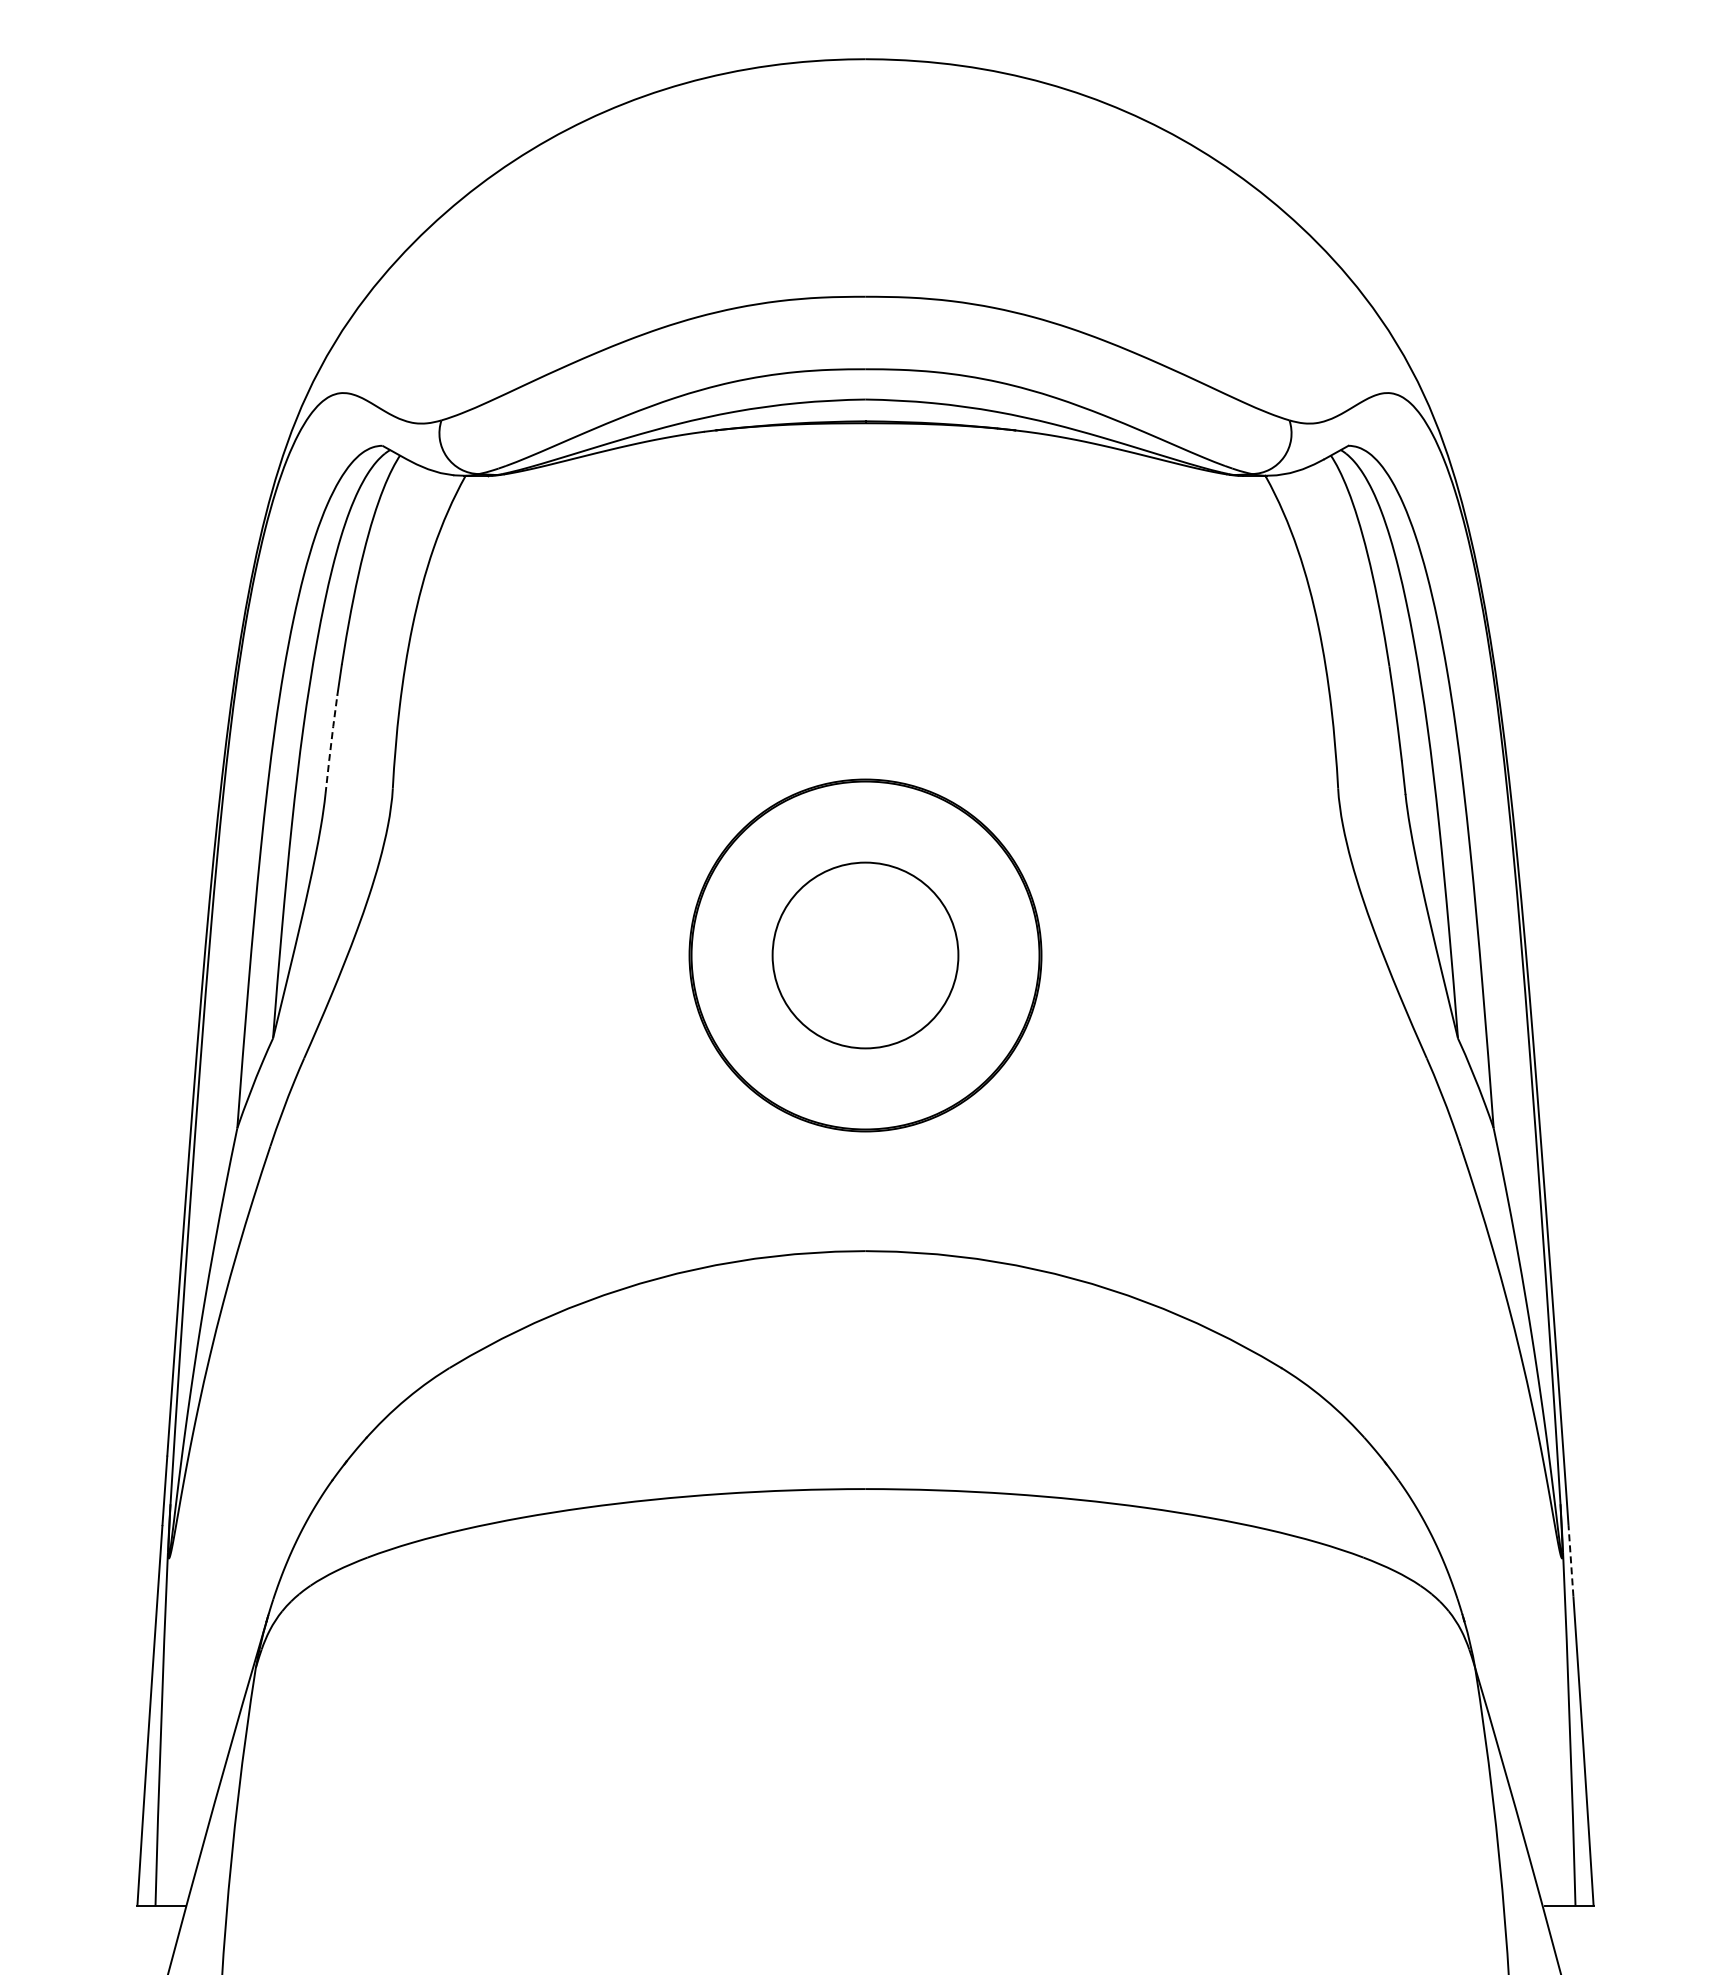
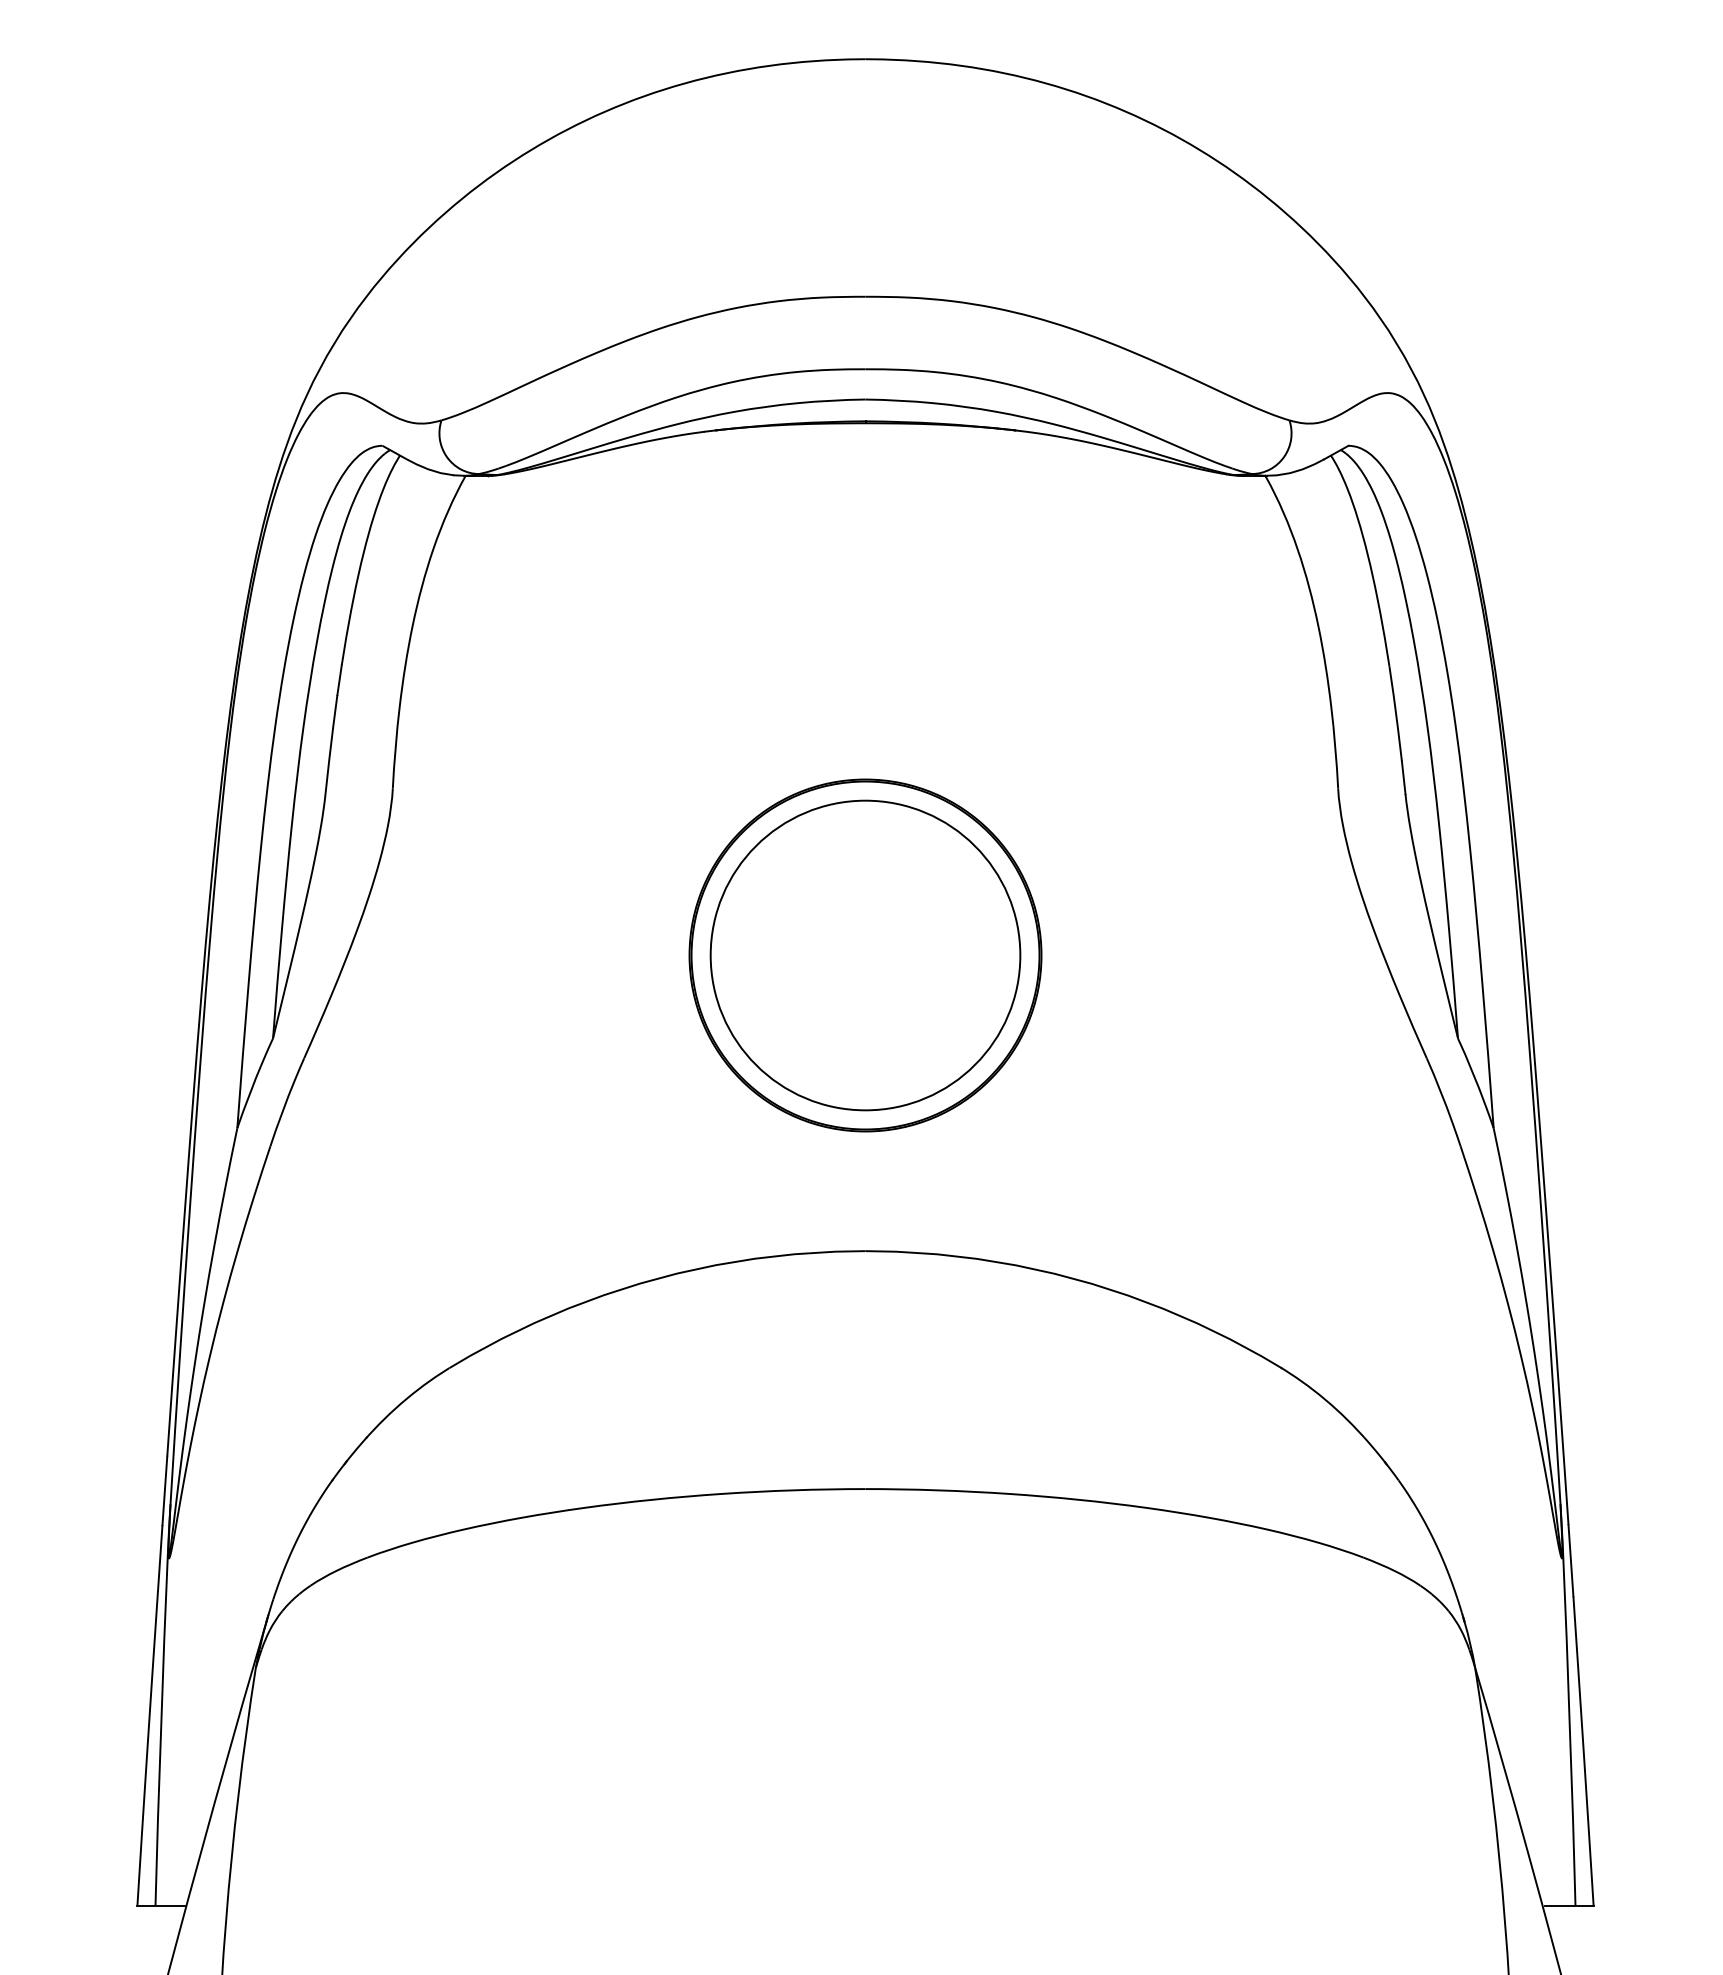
line at (331, 743): dashed -> solid
circle at (865, 955) diameter: 186 px -> 310 px
line at (1570, 1560): dashed -> solid
